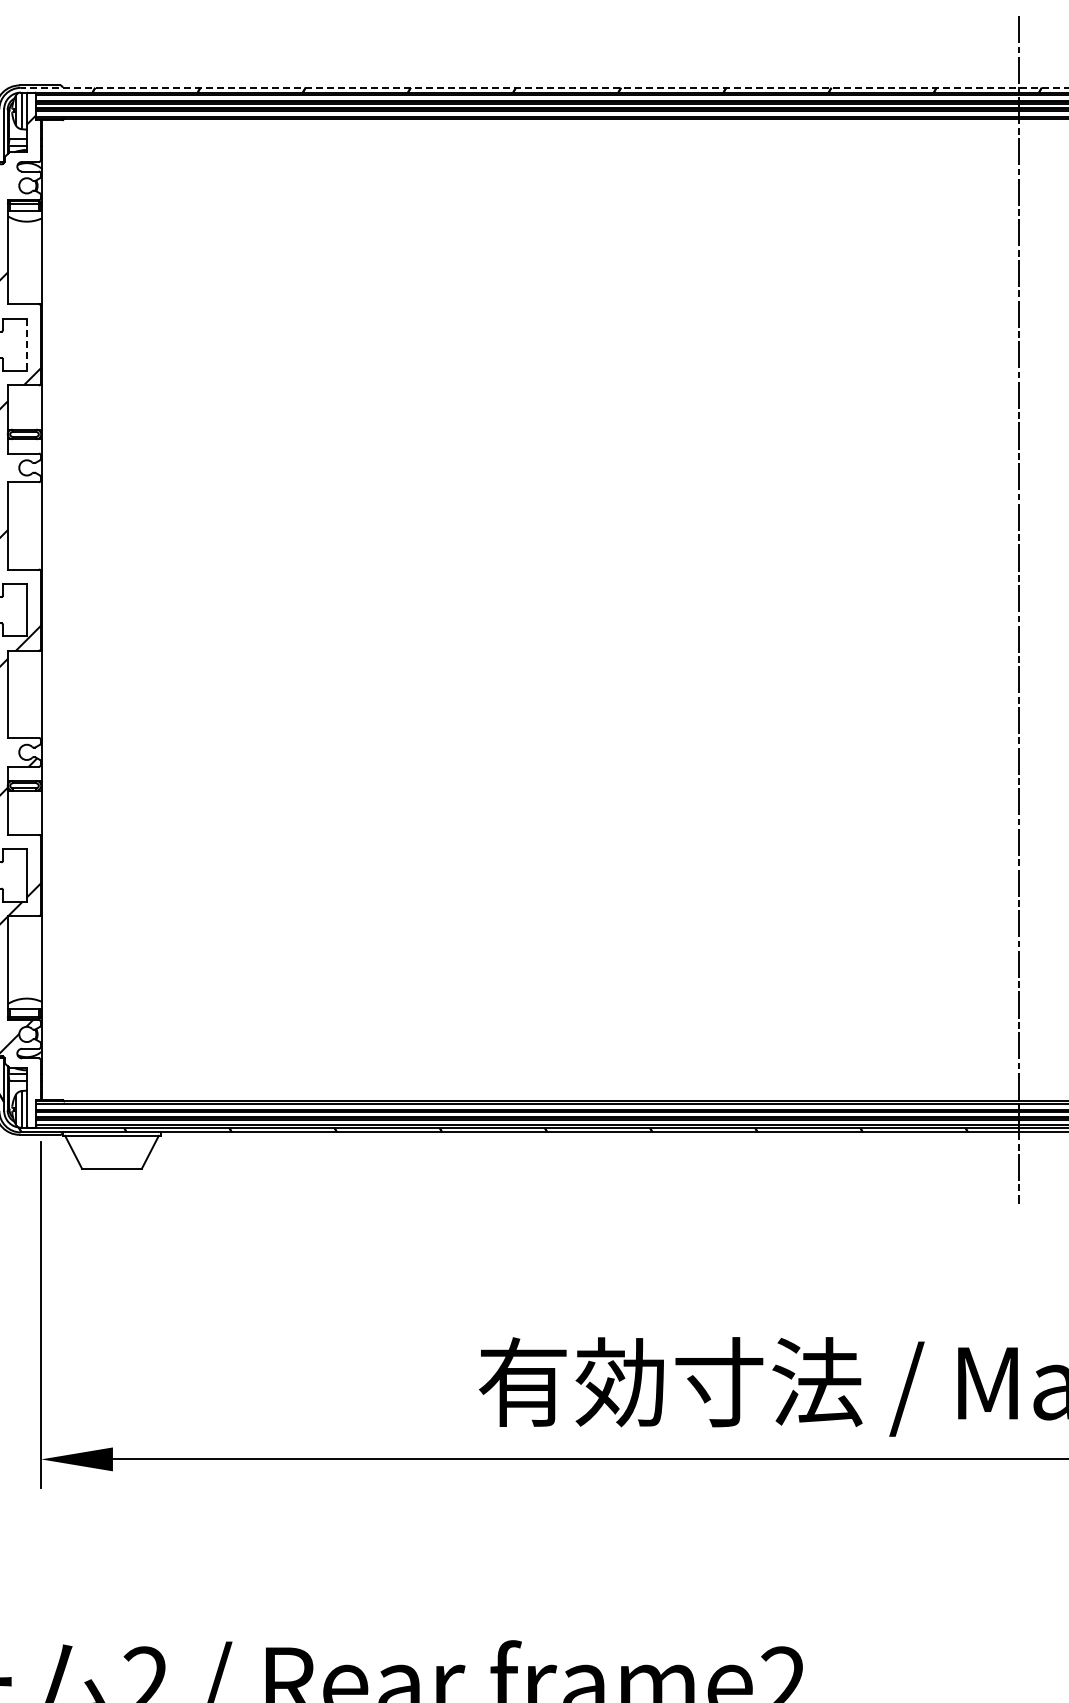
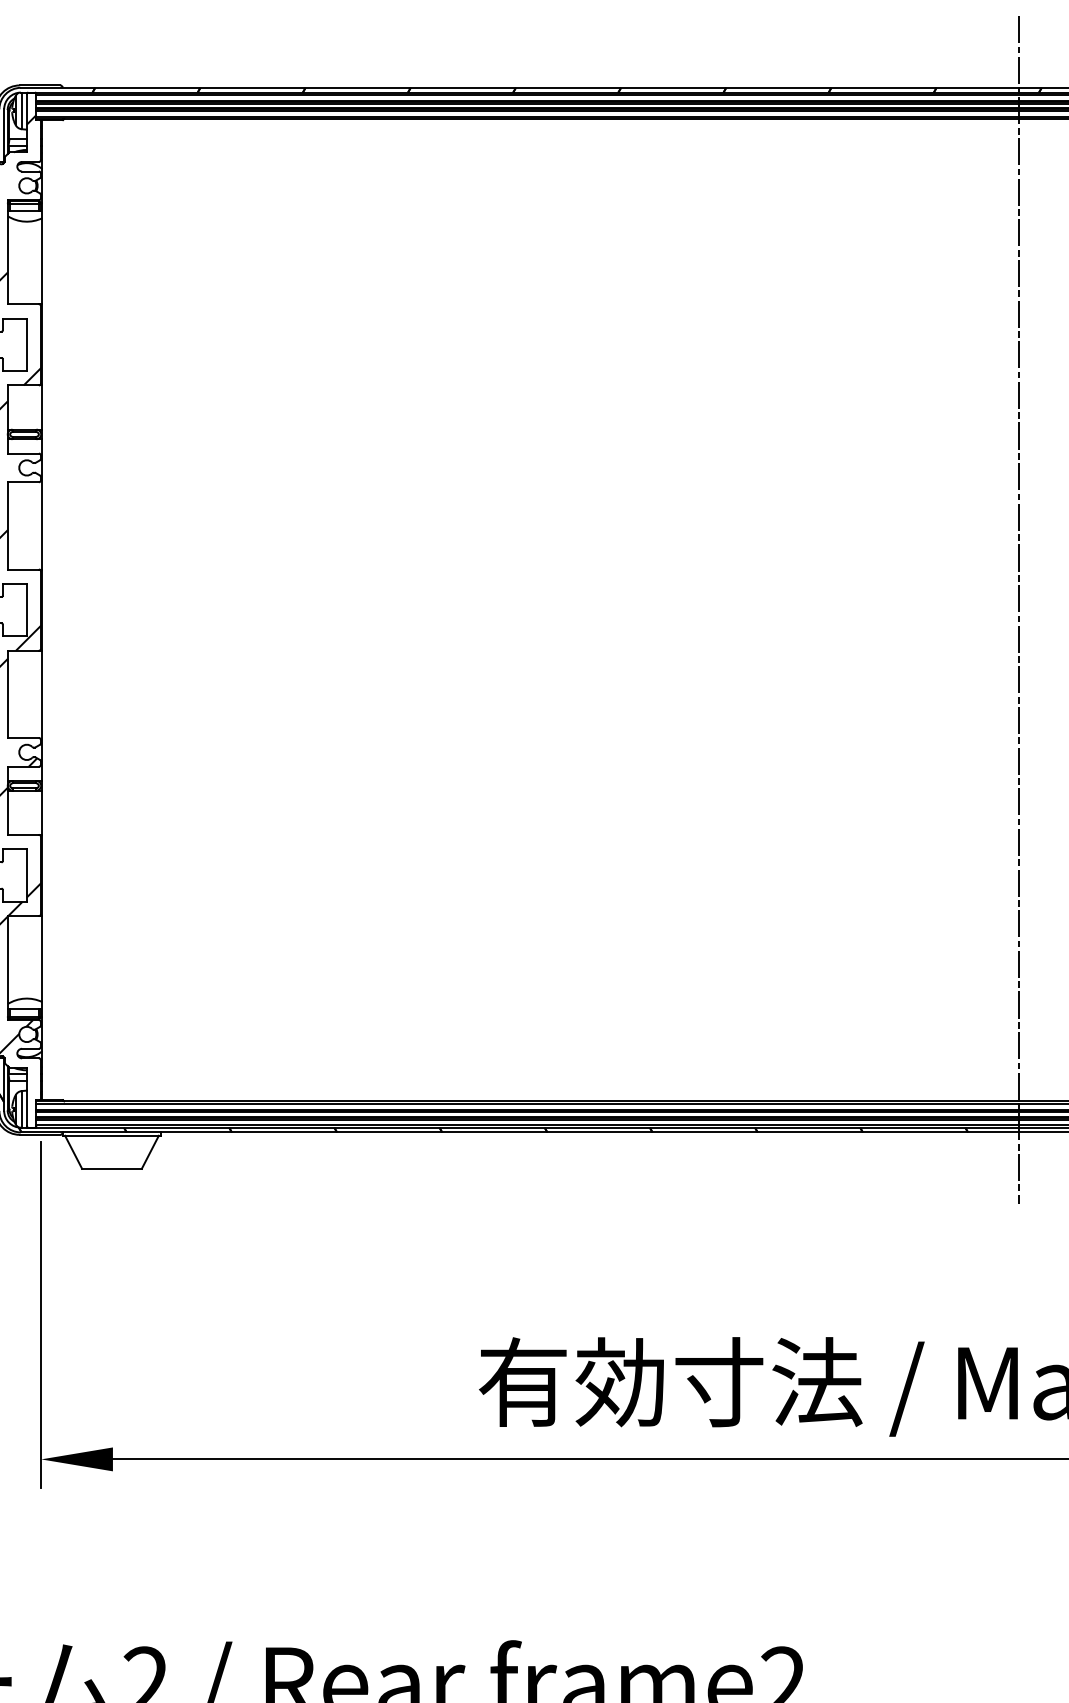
line at (544, 87): dashed -> solid
line at (26, 345): dashed -> solid
